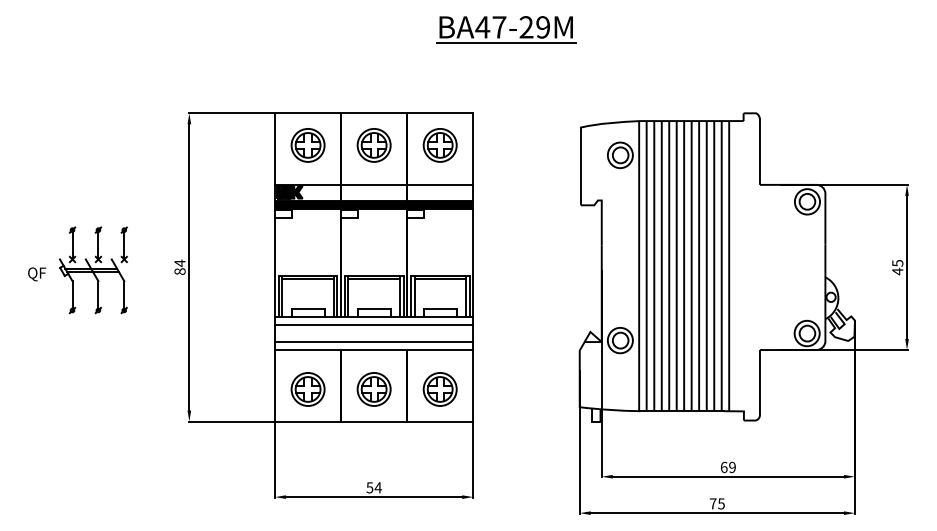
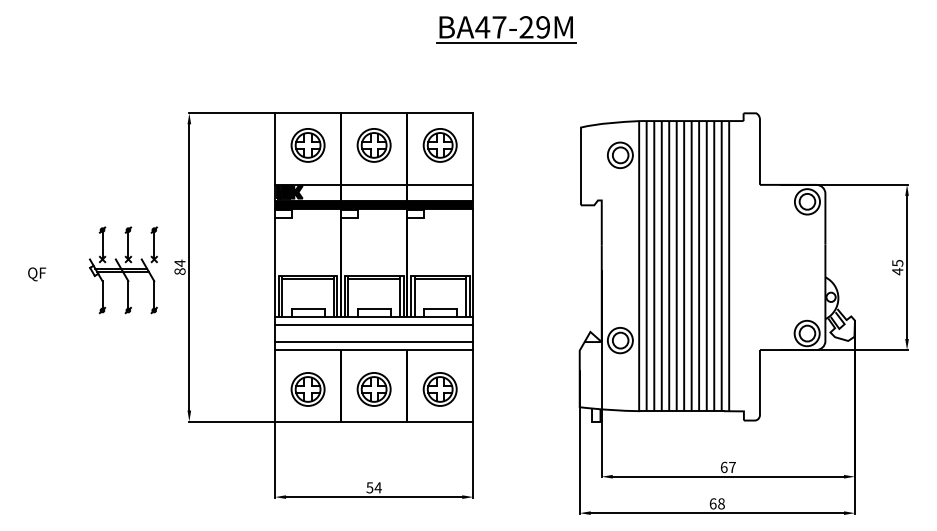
part at (93, 270) position: (93, 270) -> (123, 270)
text at (732, 467): 69 -> 67
text at (716, 503): 75 -> 68
